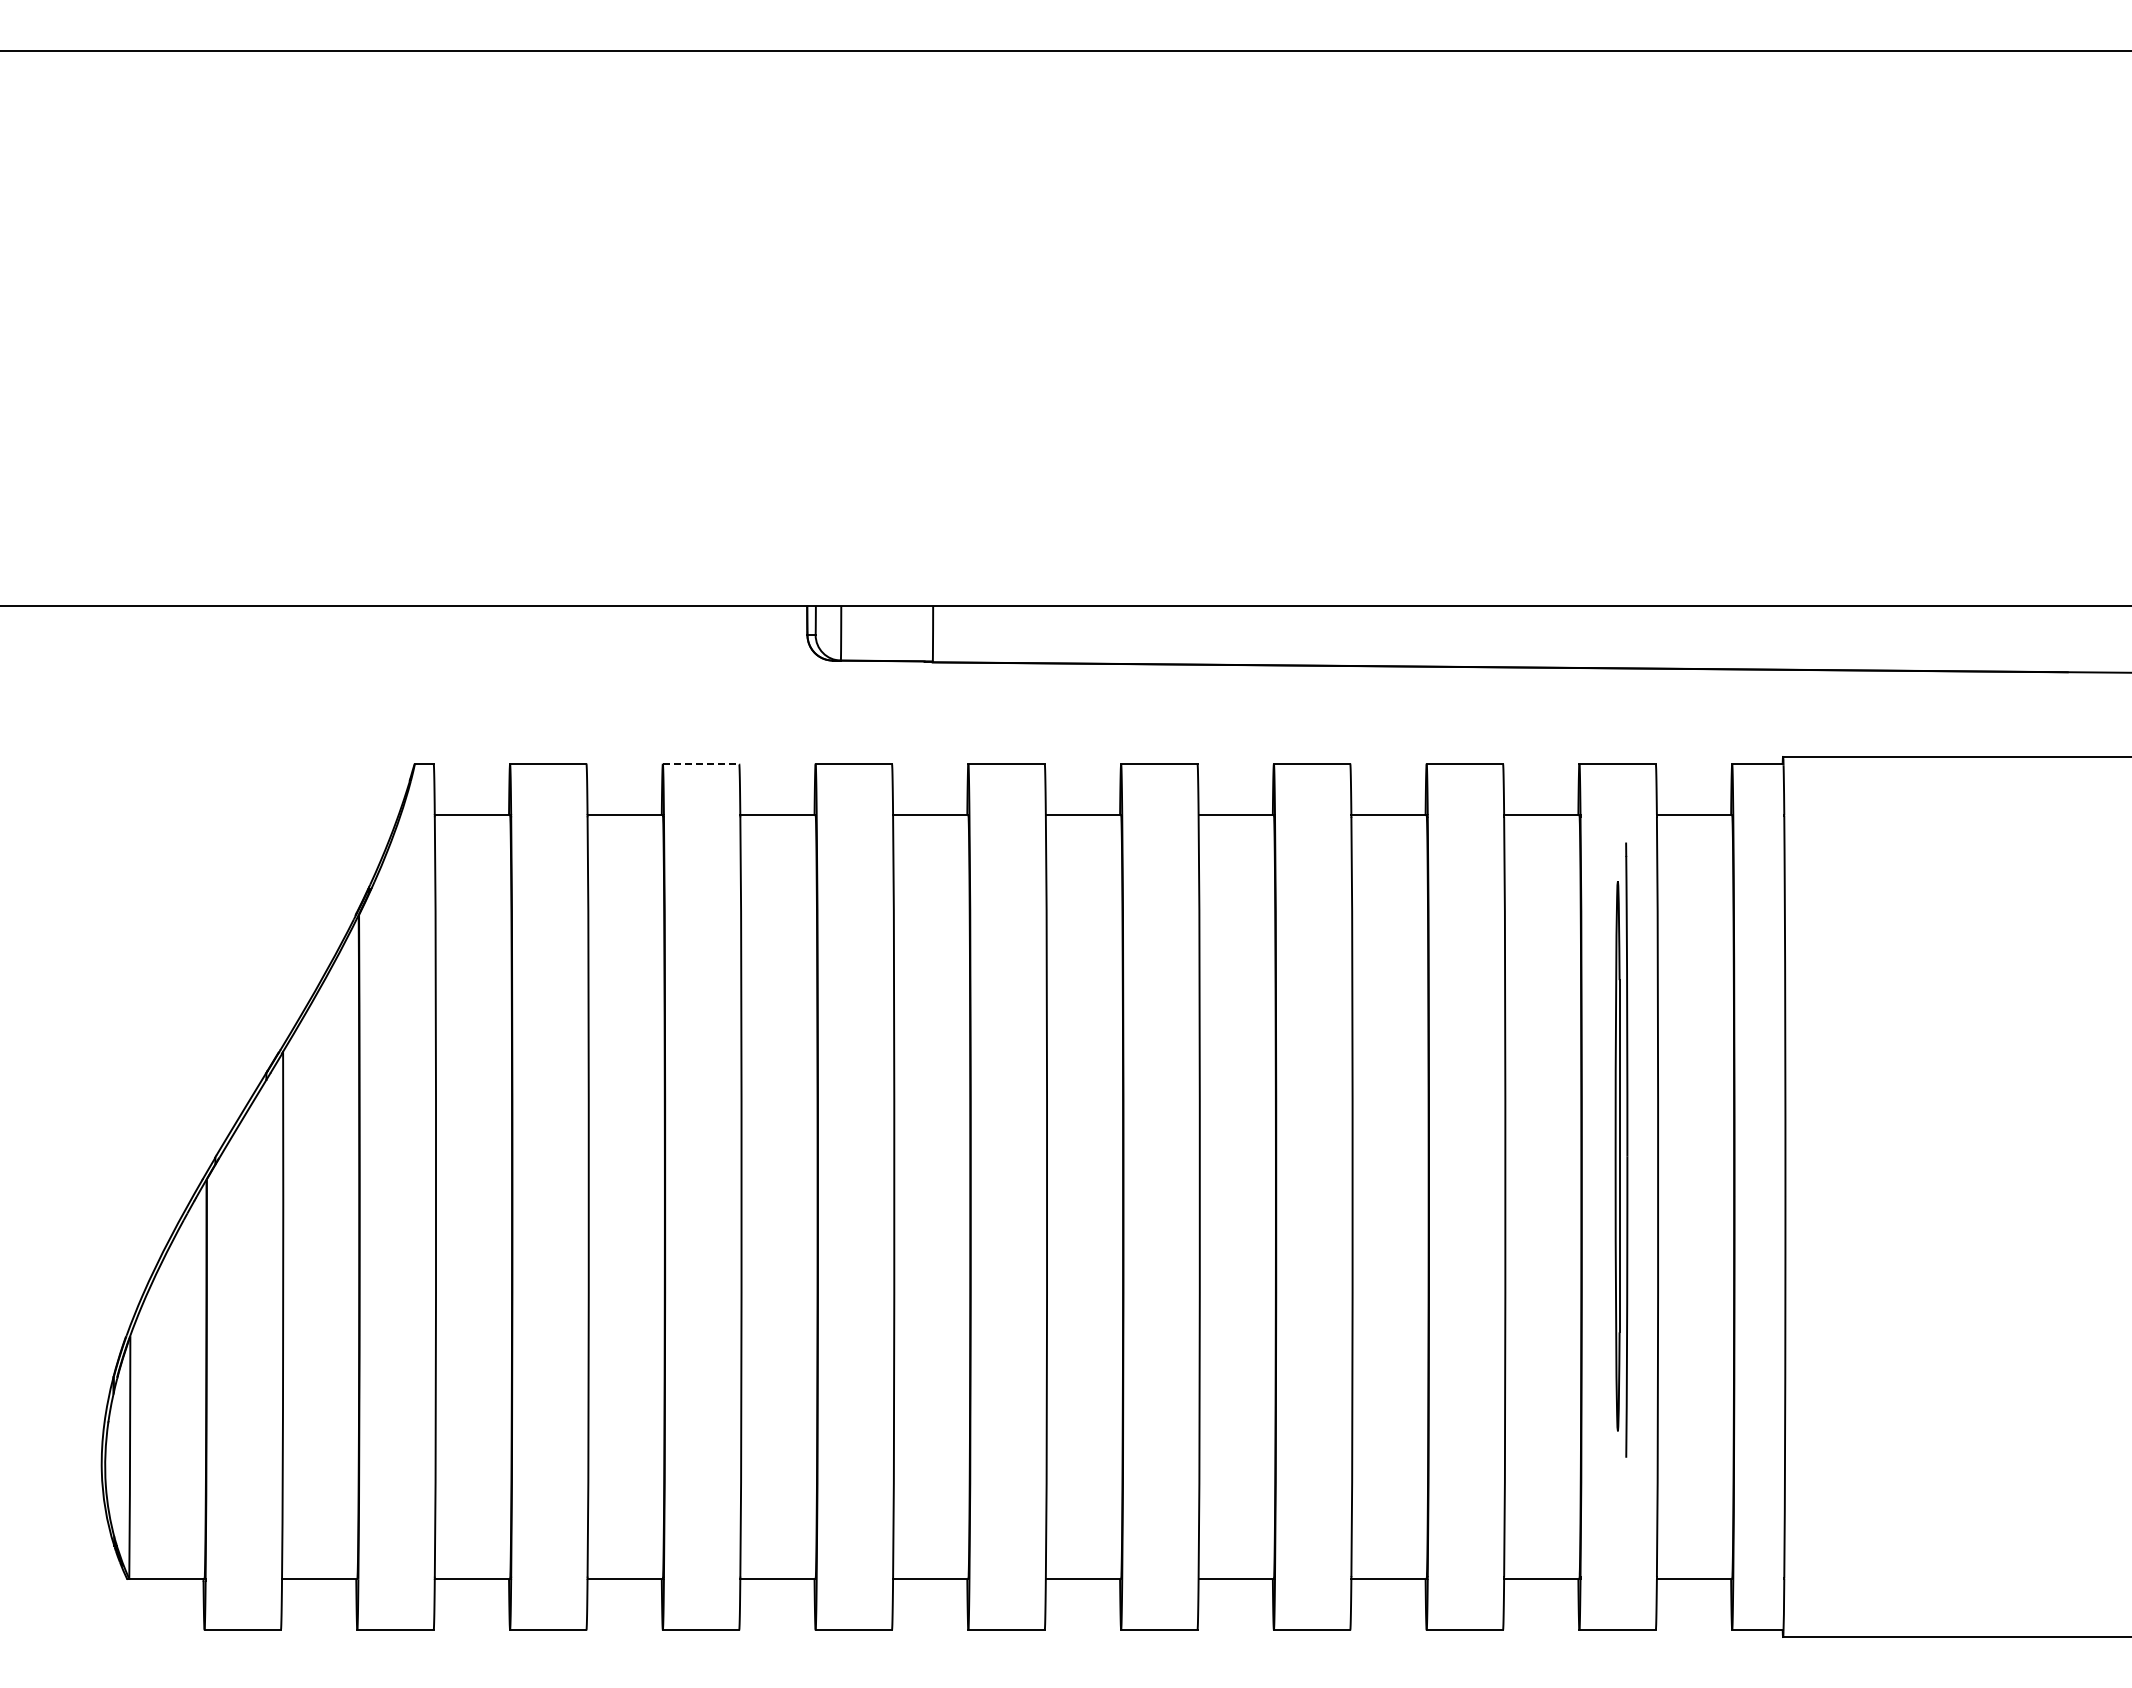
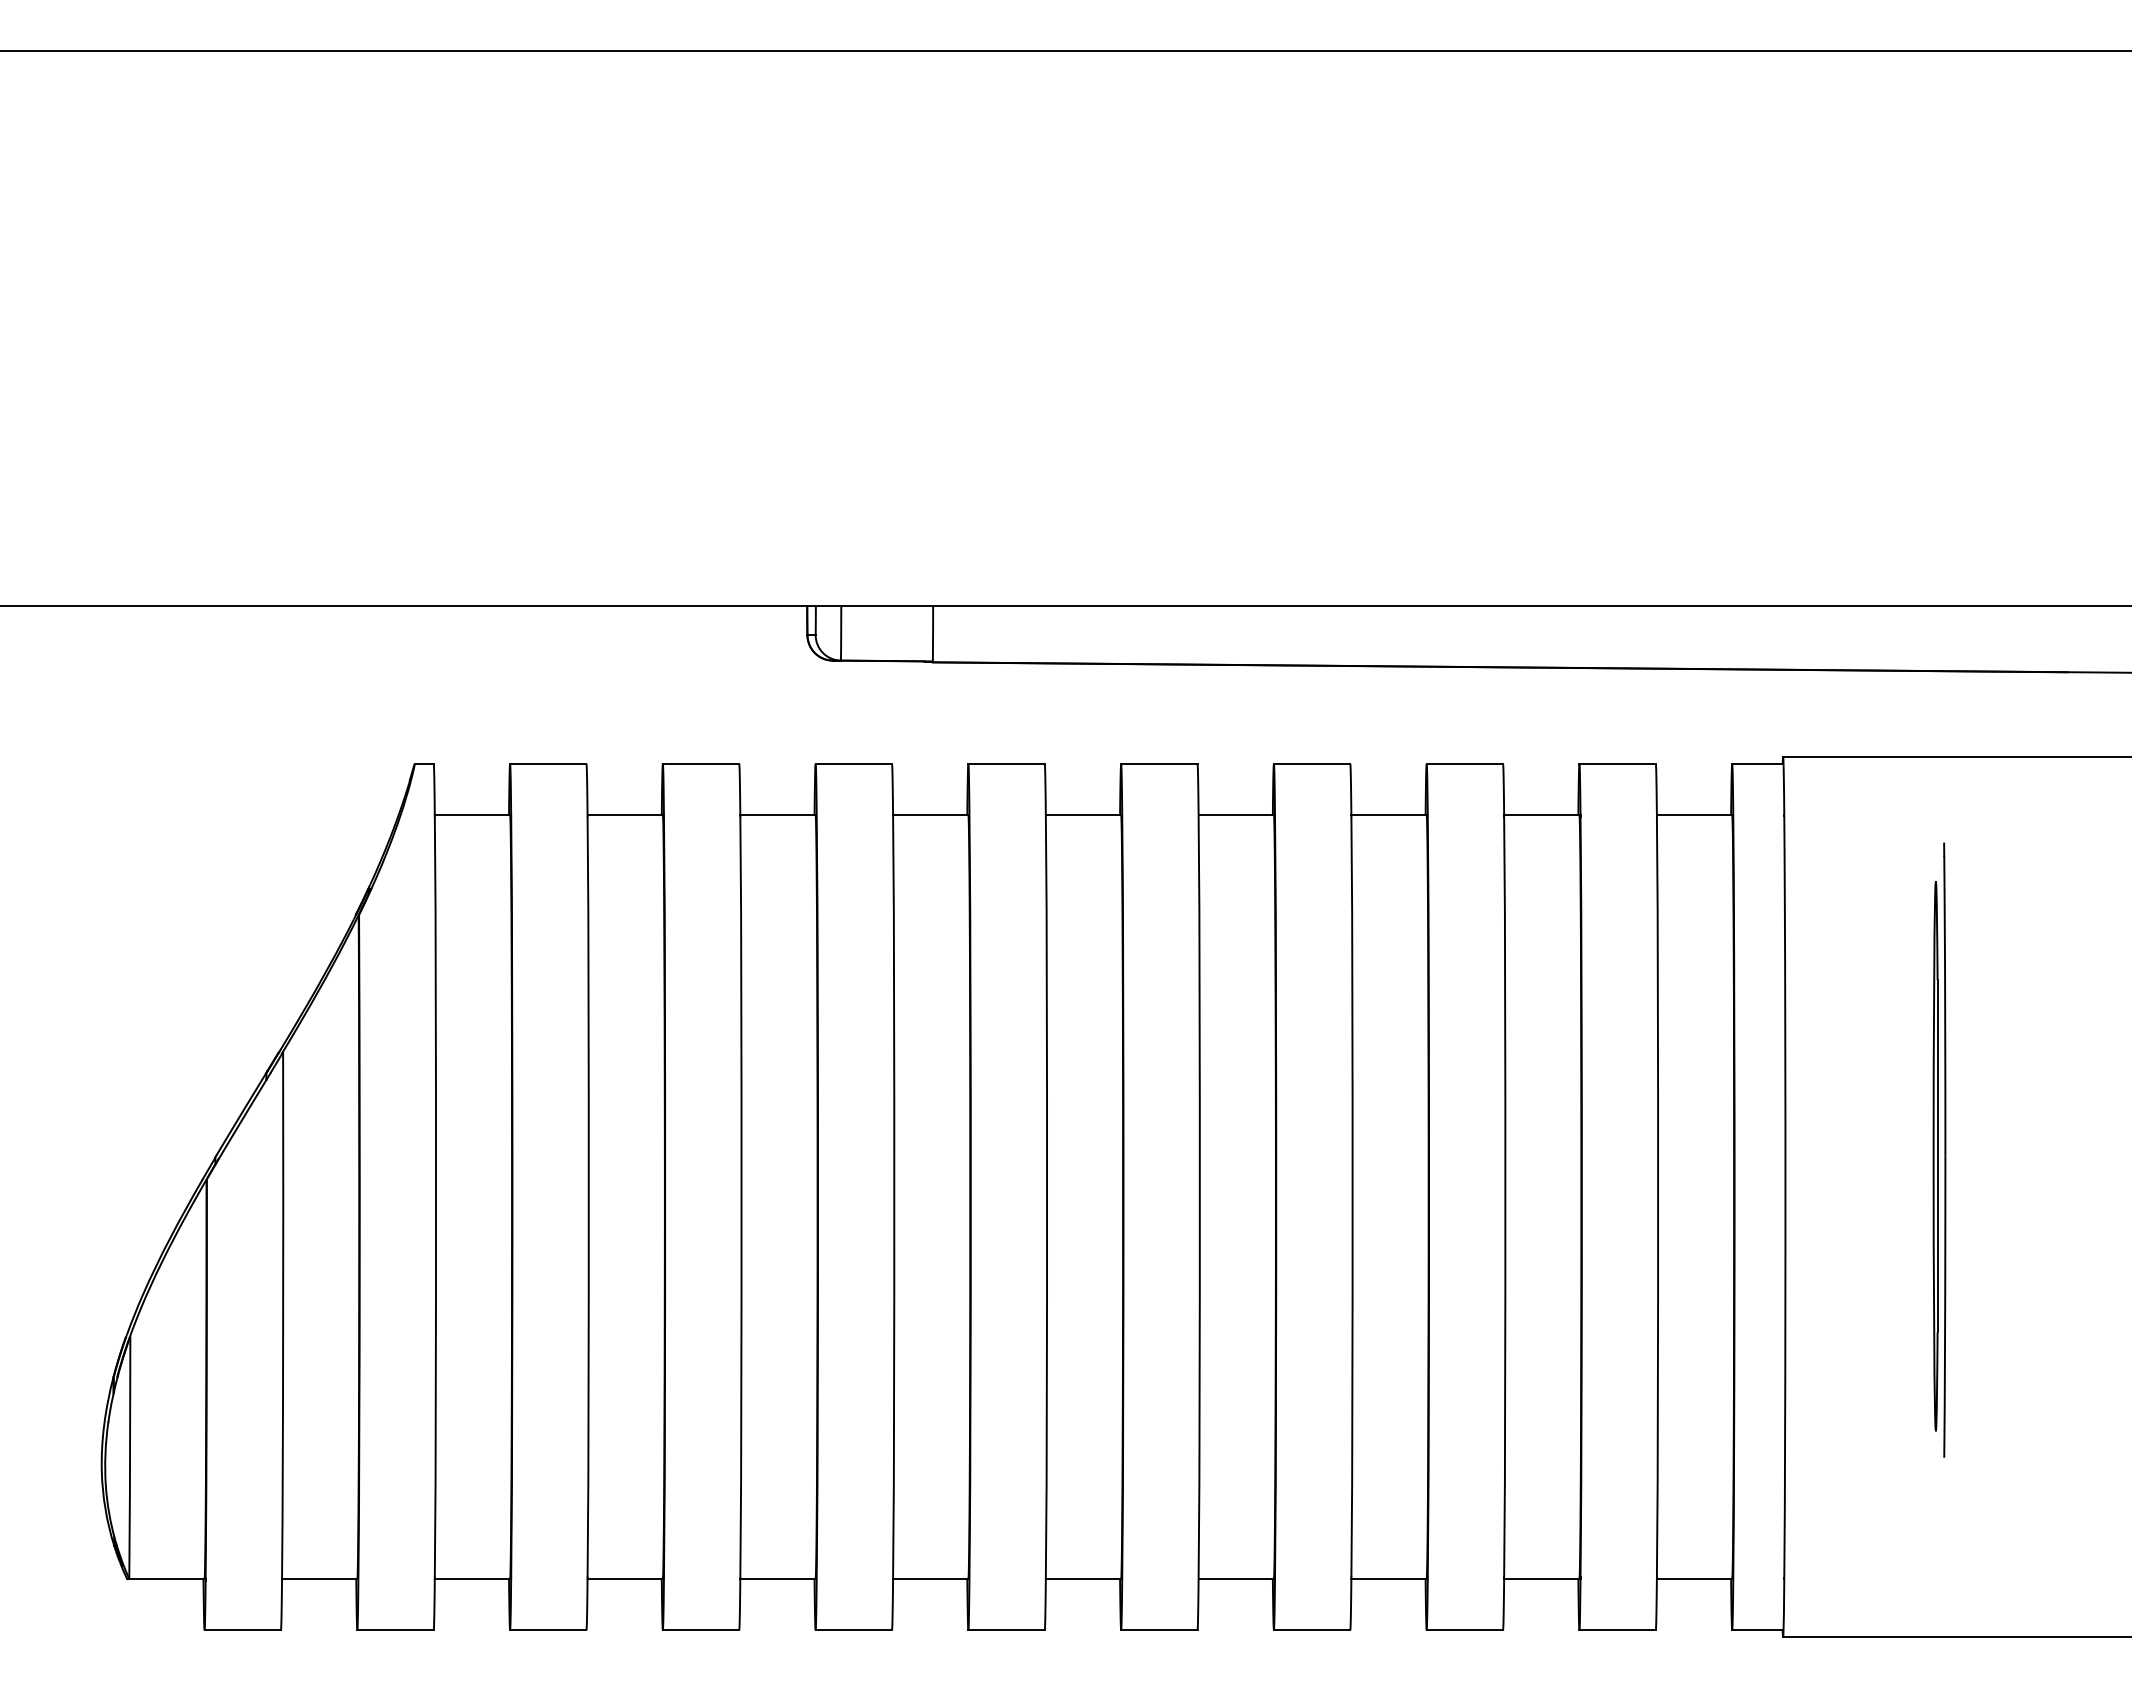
line at (701, 764): dashed -> solid
part at (1621, 1149) position: (1621, 1149) -> (1939, 1149)
